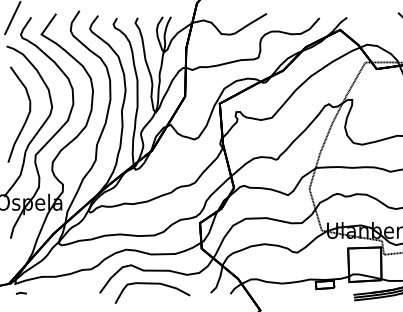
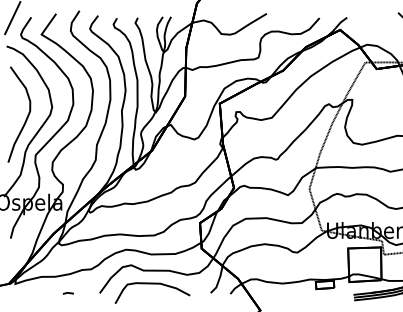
line at (20, 293) position: (20, 293) -> (67, 293)
